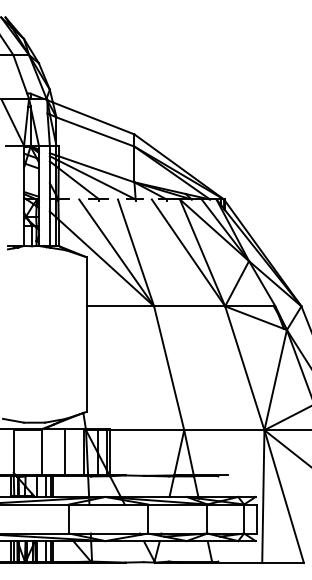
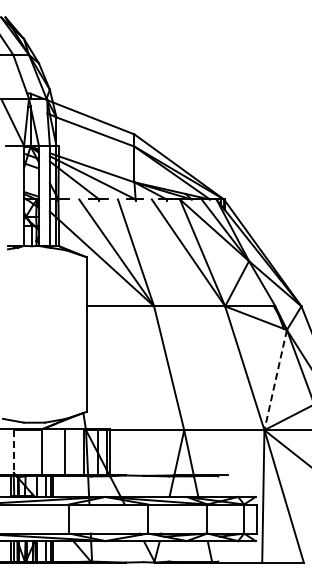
line at (275, 380): solid -> dashed
line at (13, 452): solid -> dashed
